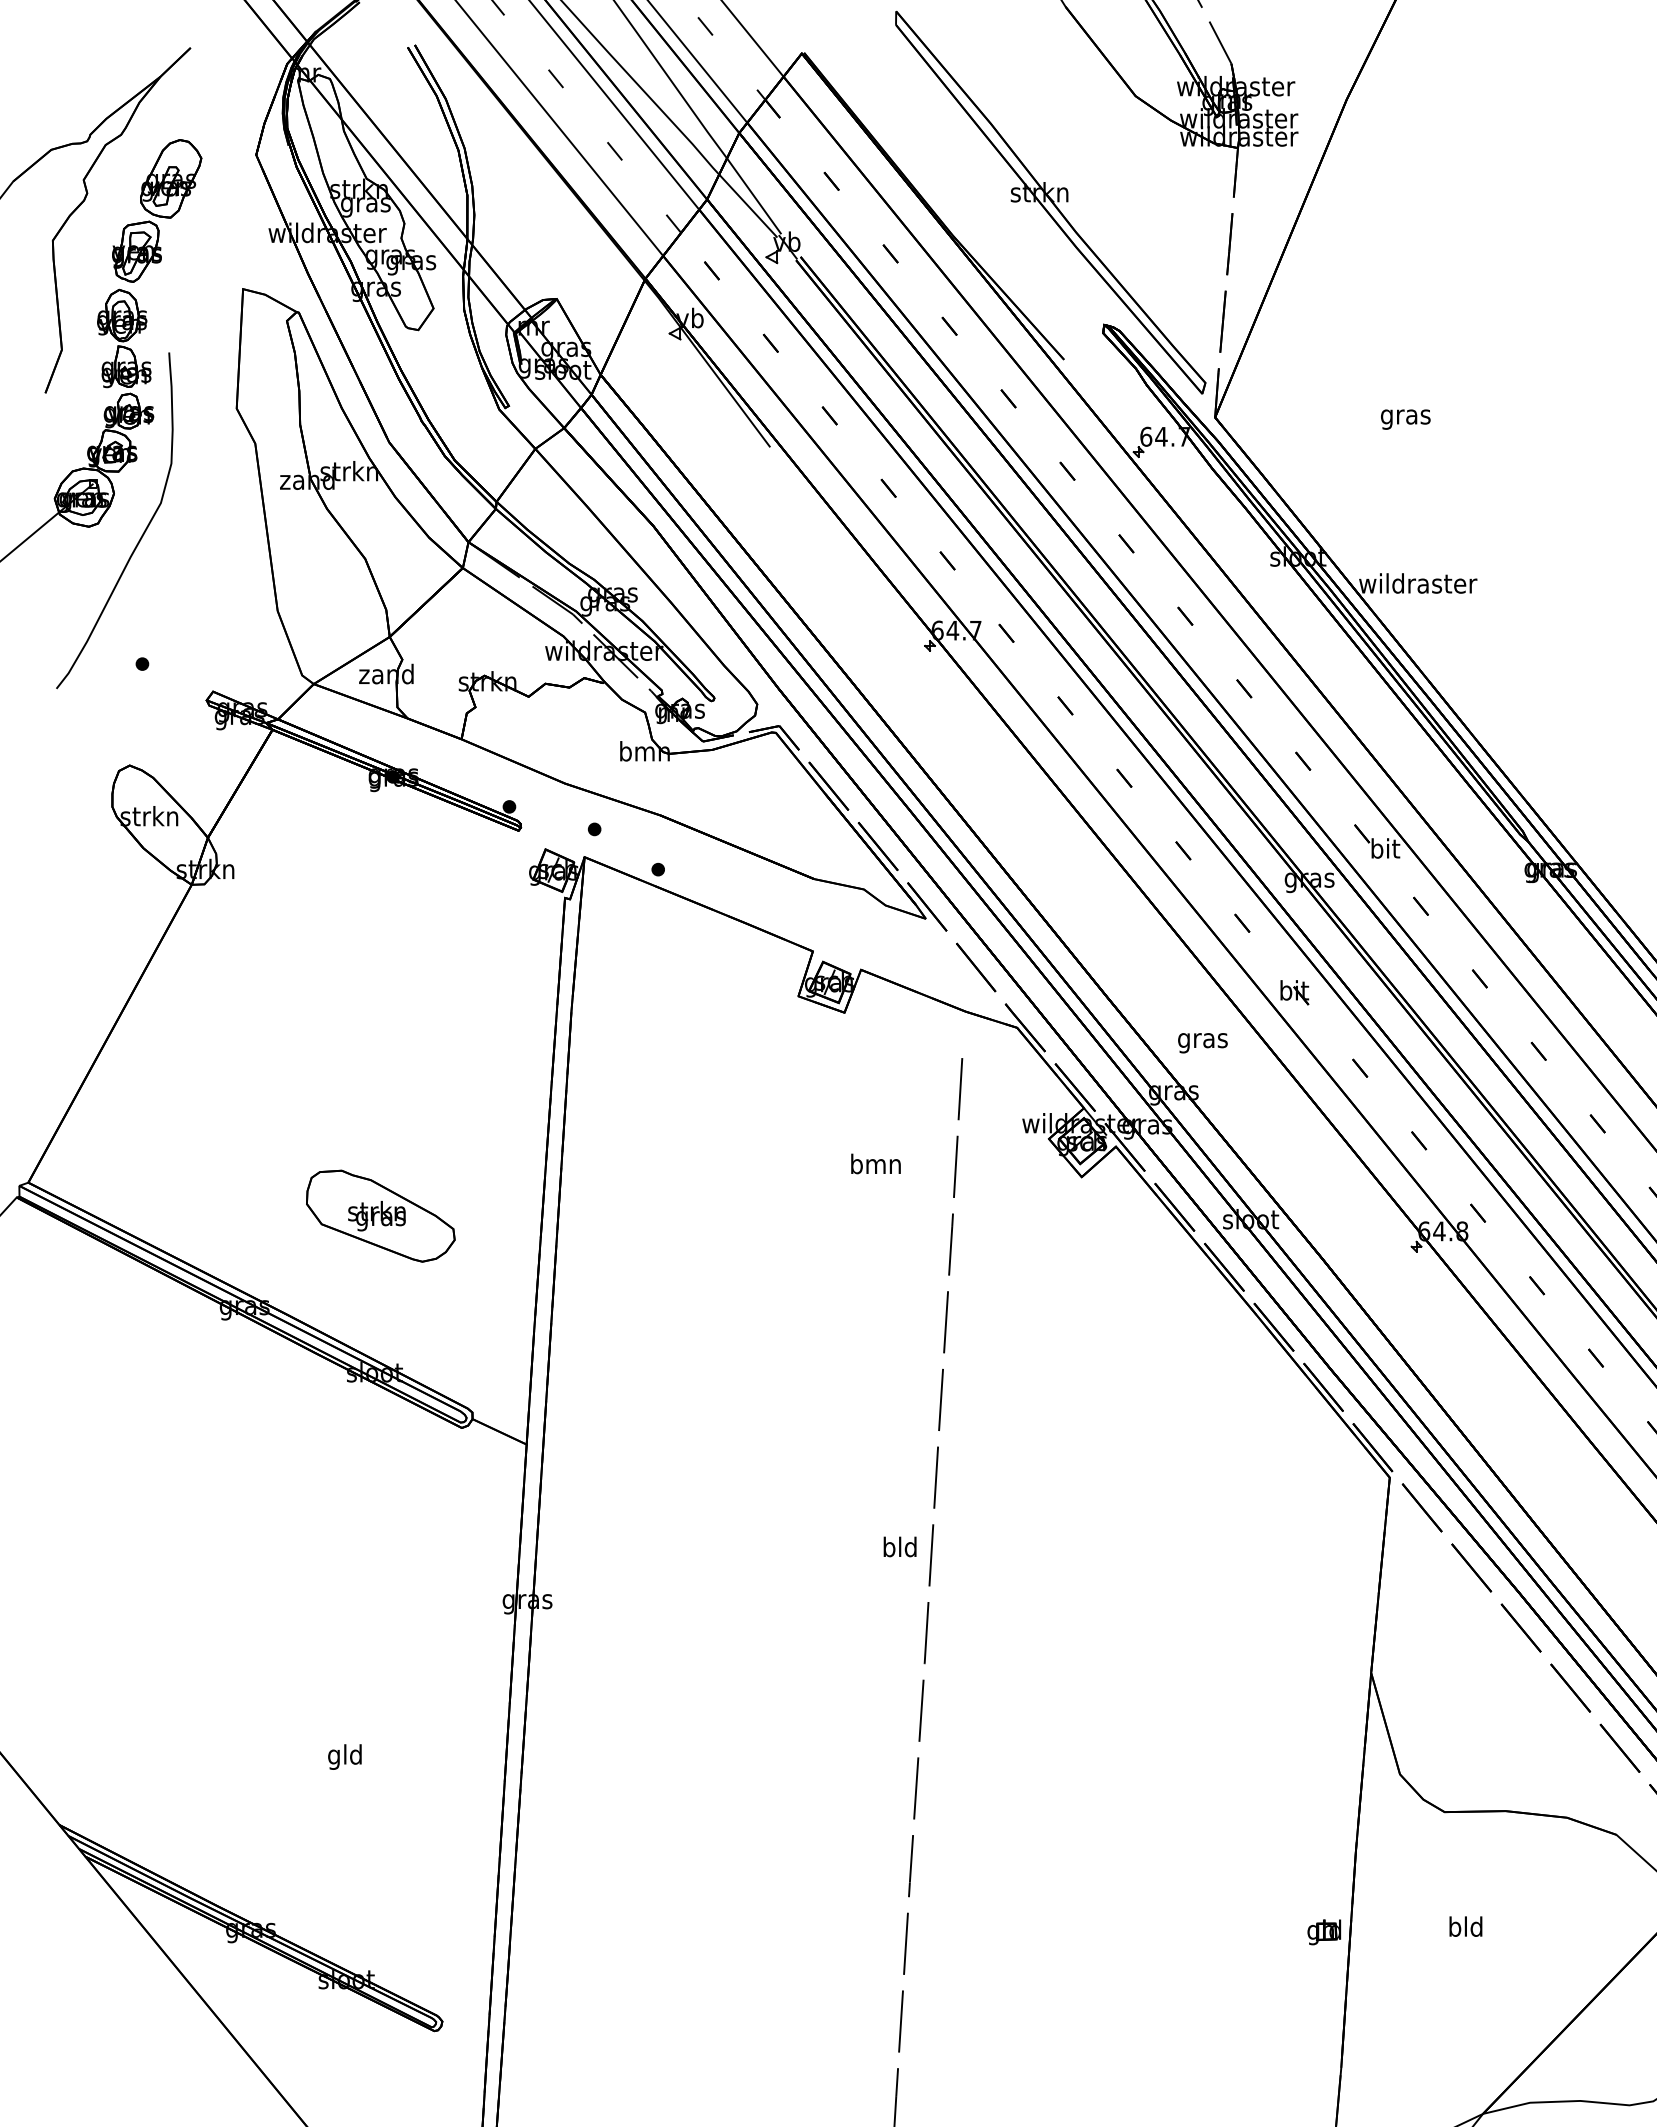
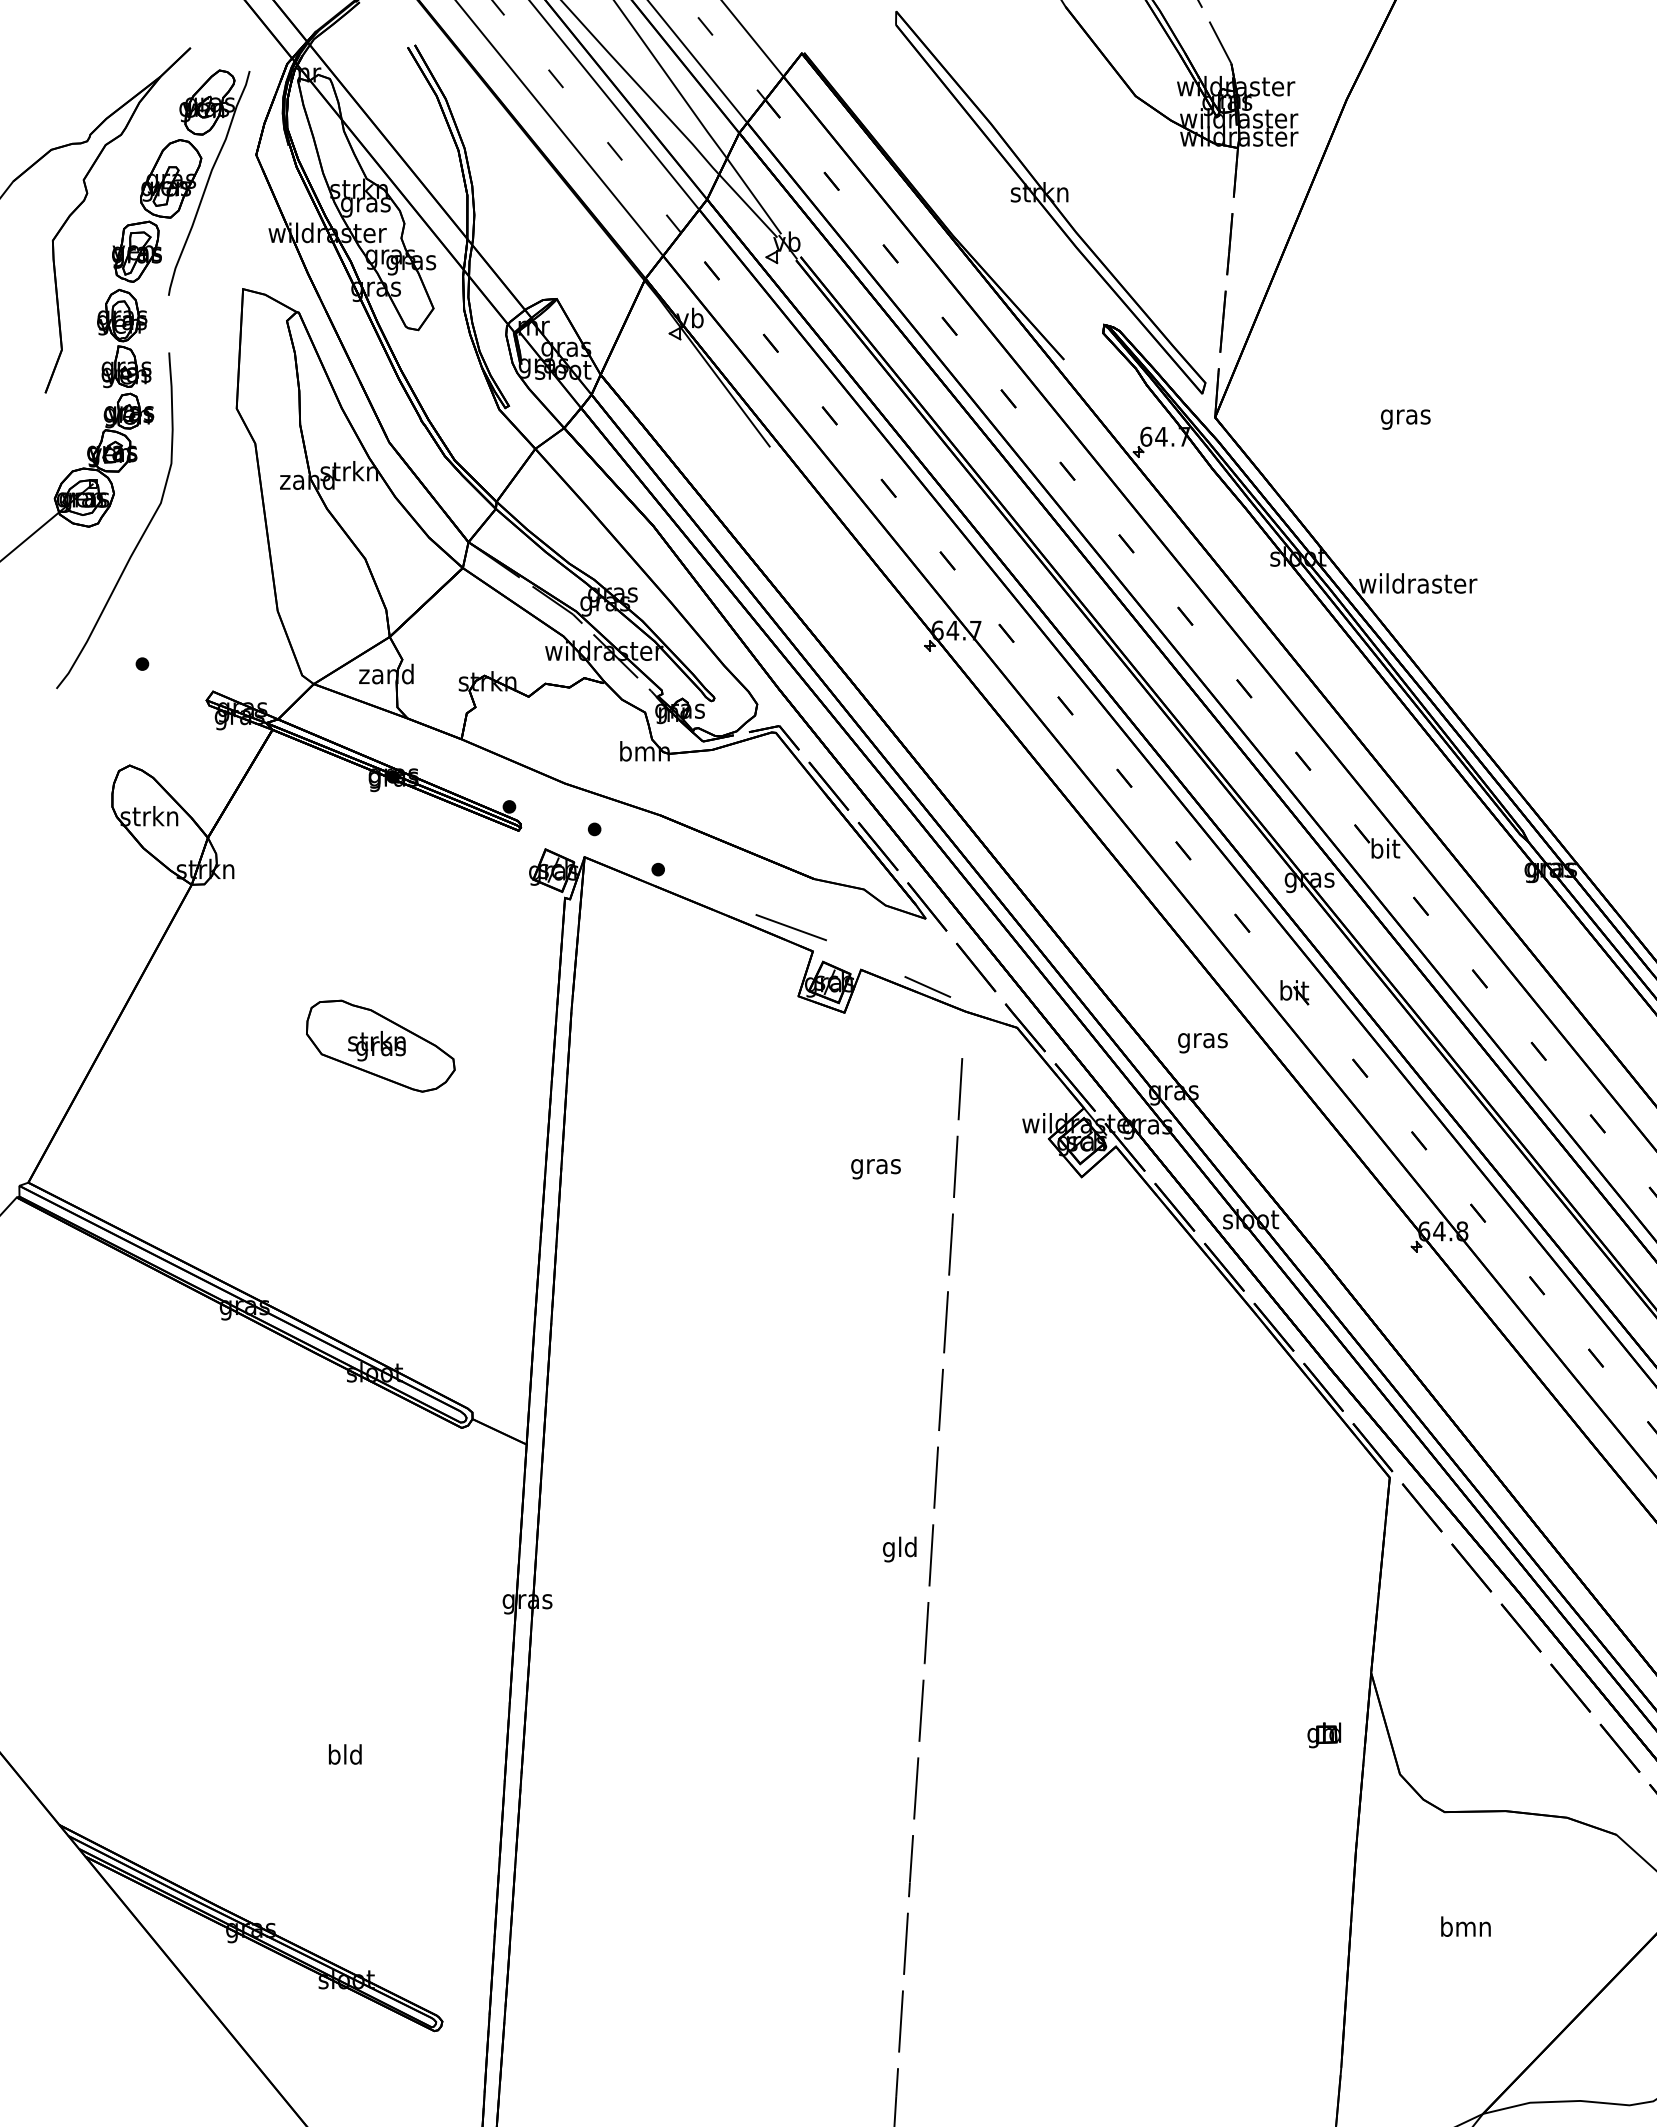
part at (209, 182): none -> present
line at (791, 927): none -> present
line at (927, 986): none -> present
text at (875, 1166): bmn -> gras
part at (380, 1215) position: (380, 1215) -> (380, 1045)
text at (889, 1549): bld -> gld
text at (334, 1756): gld -> bld
text at (1465, 1926): bld -> bmn
part at (1324, 1932) position: (1324, 1932) -> (1324, 1735)
